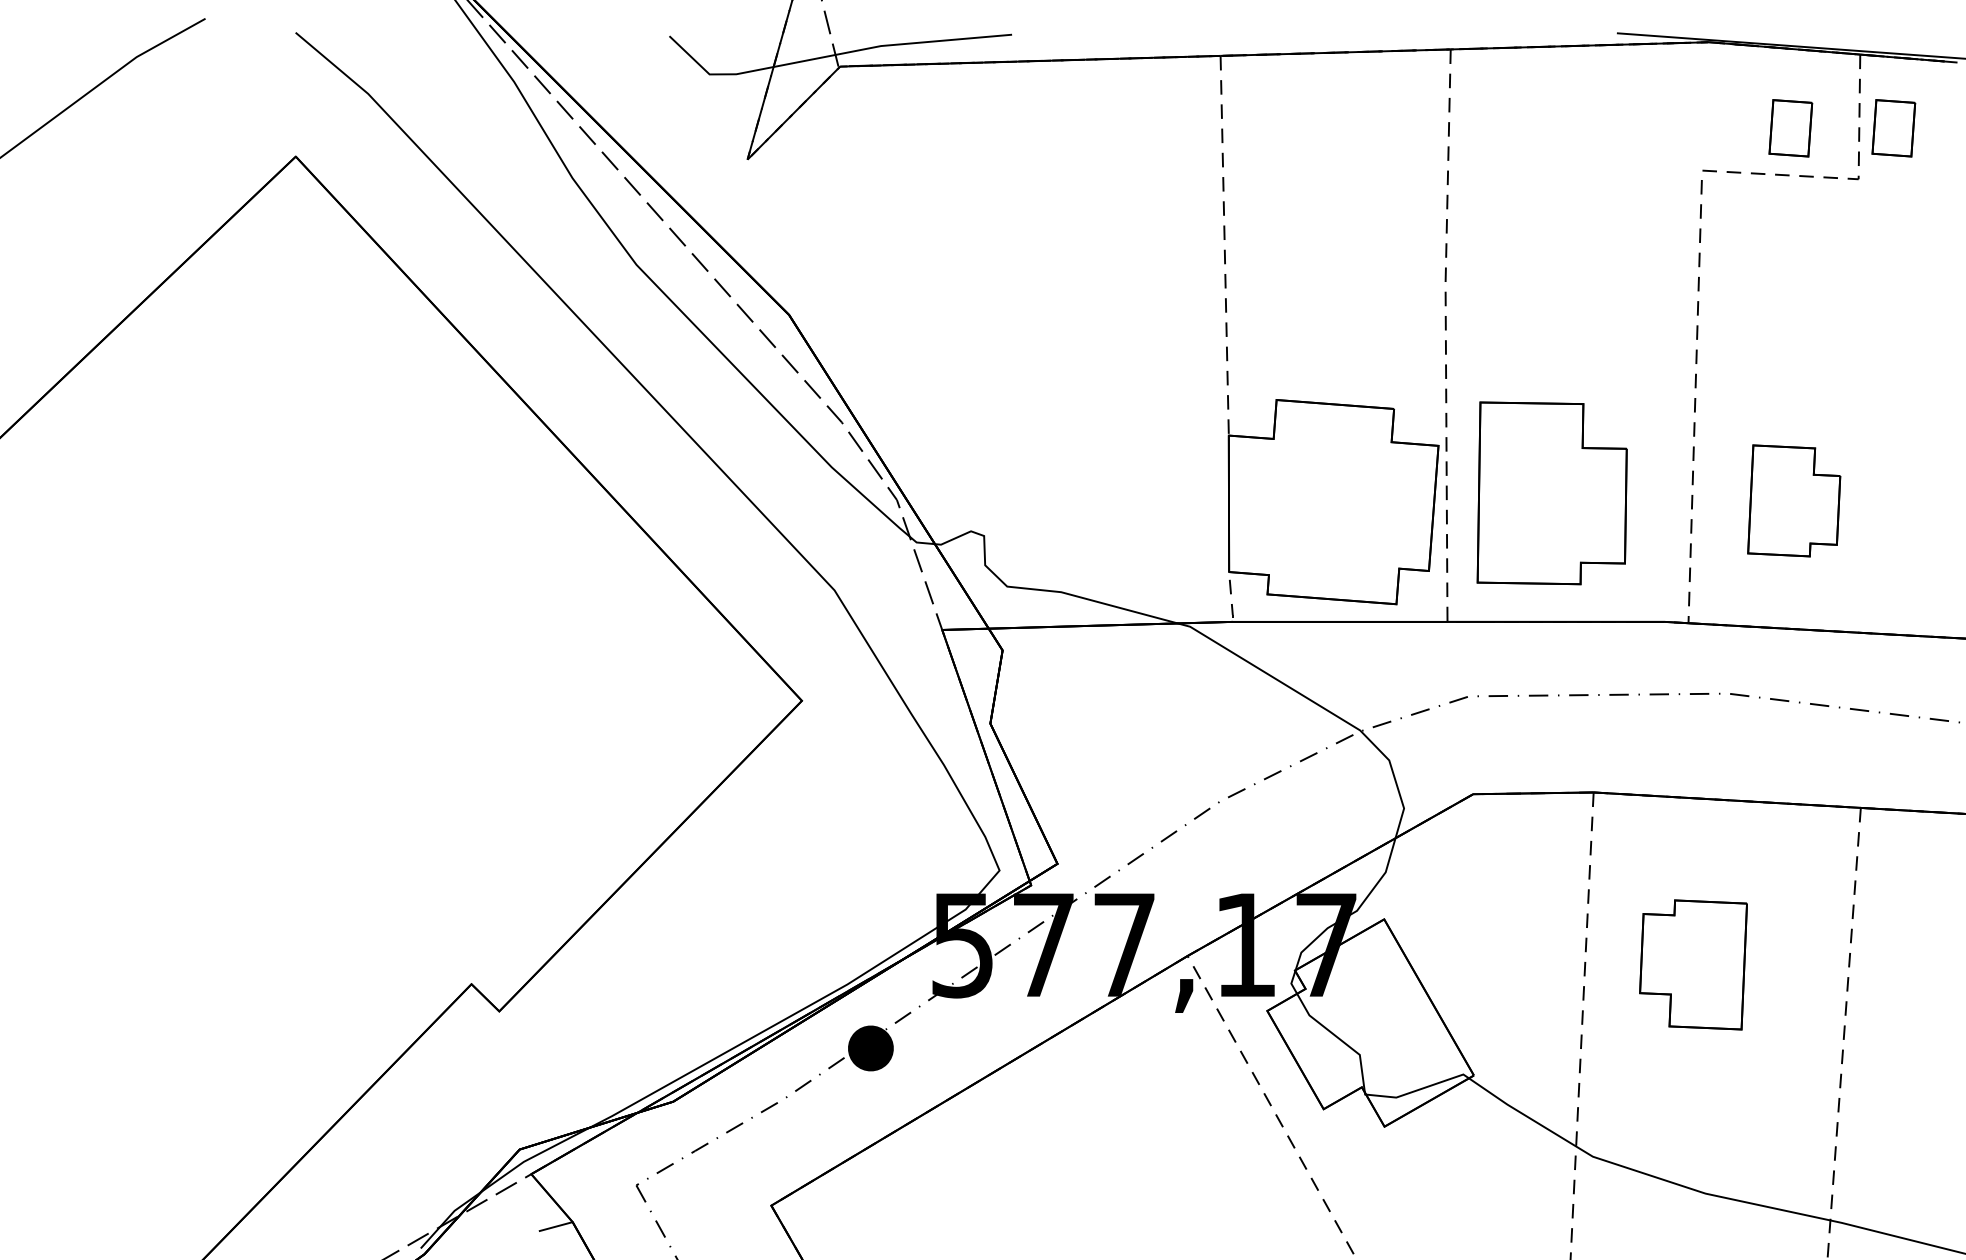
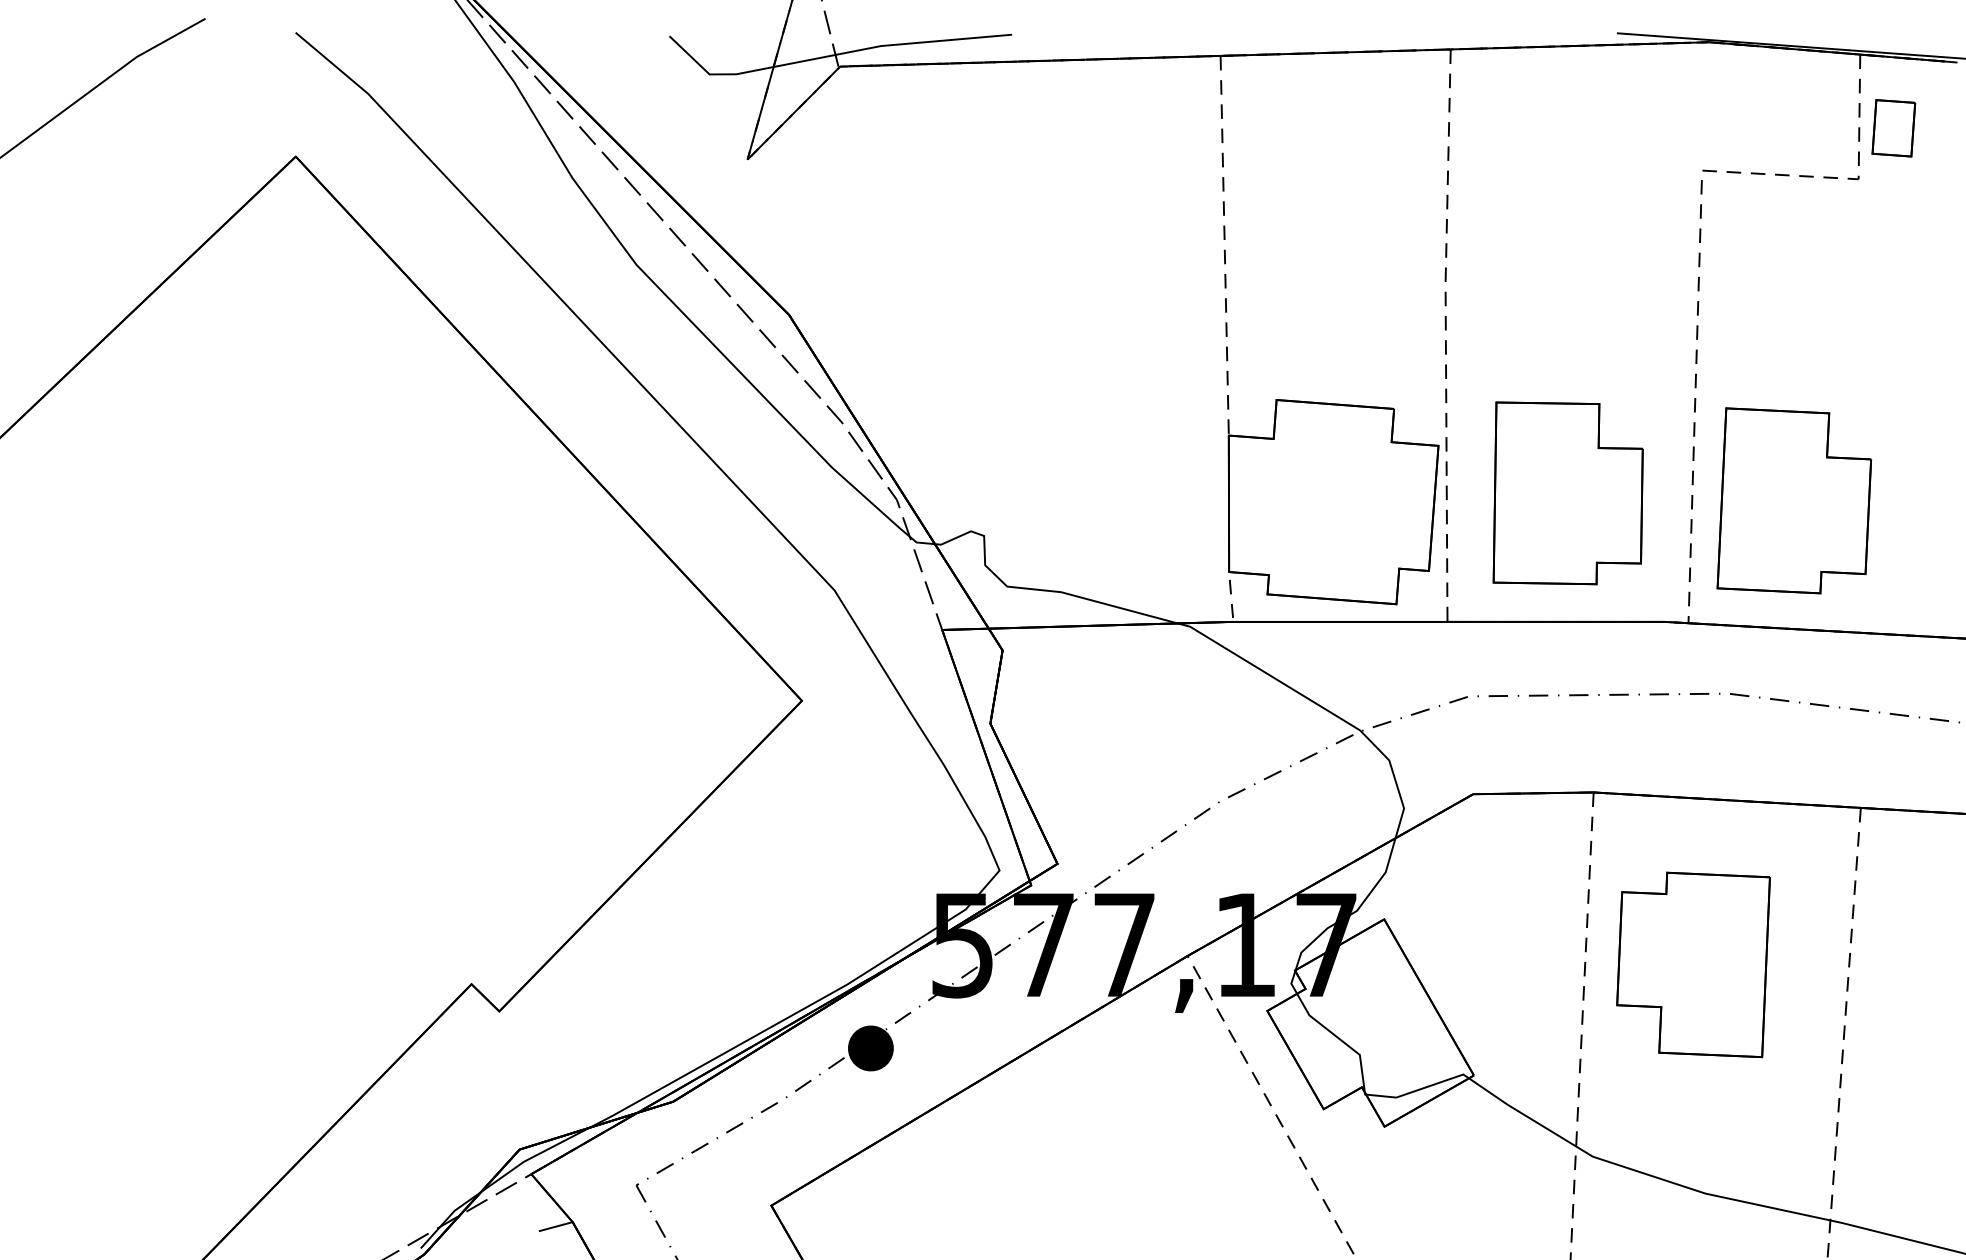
part at (1790, 128): present -> none
part at (1551, 493) position: (1551, 493) -> (1567, 493)
part at (1794, 500) size: 95x114 px -> 156x188 px
part at (1693, 964) size: 109x132 px -> 155x188 px
